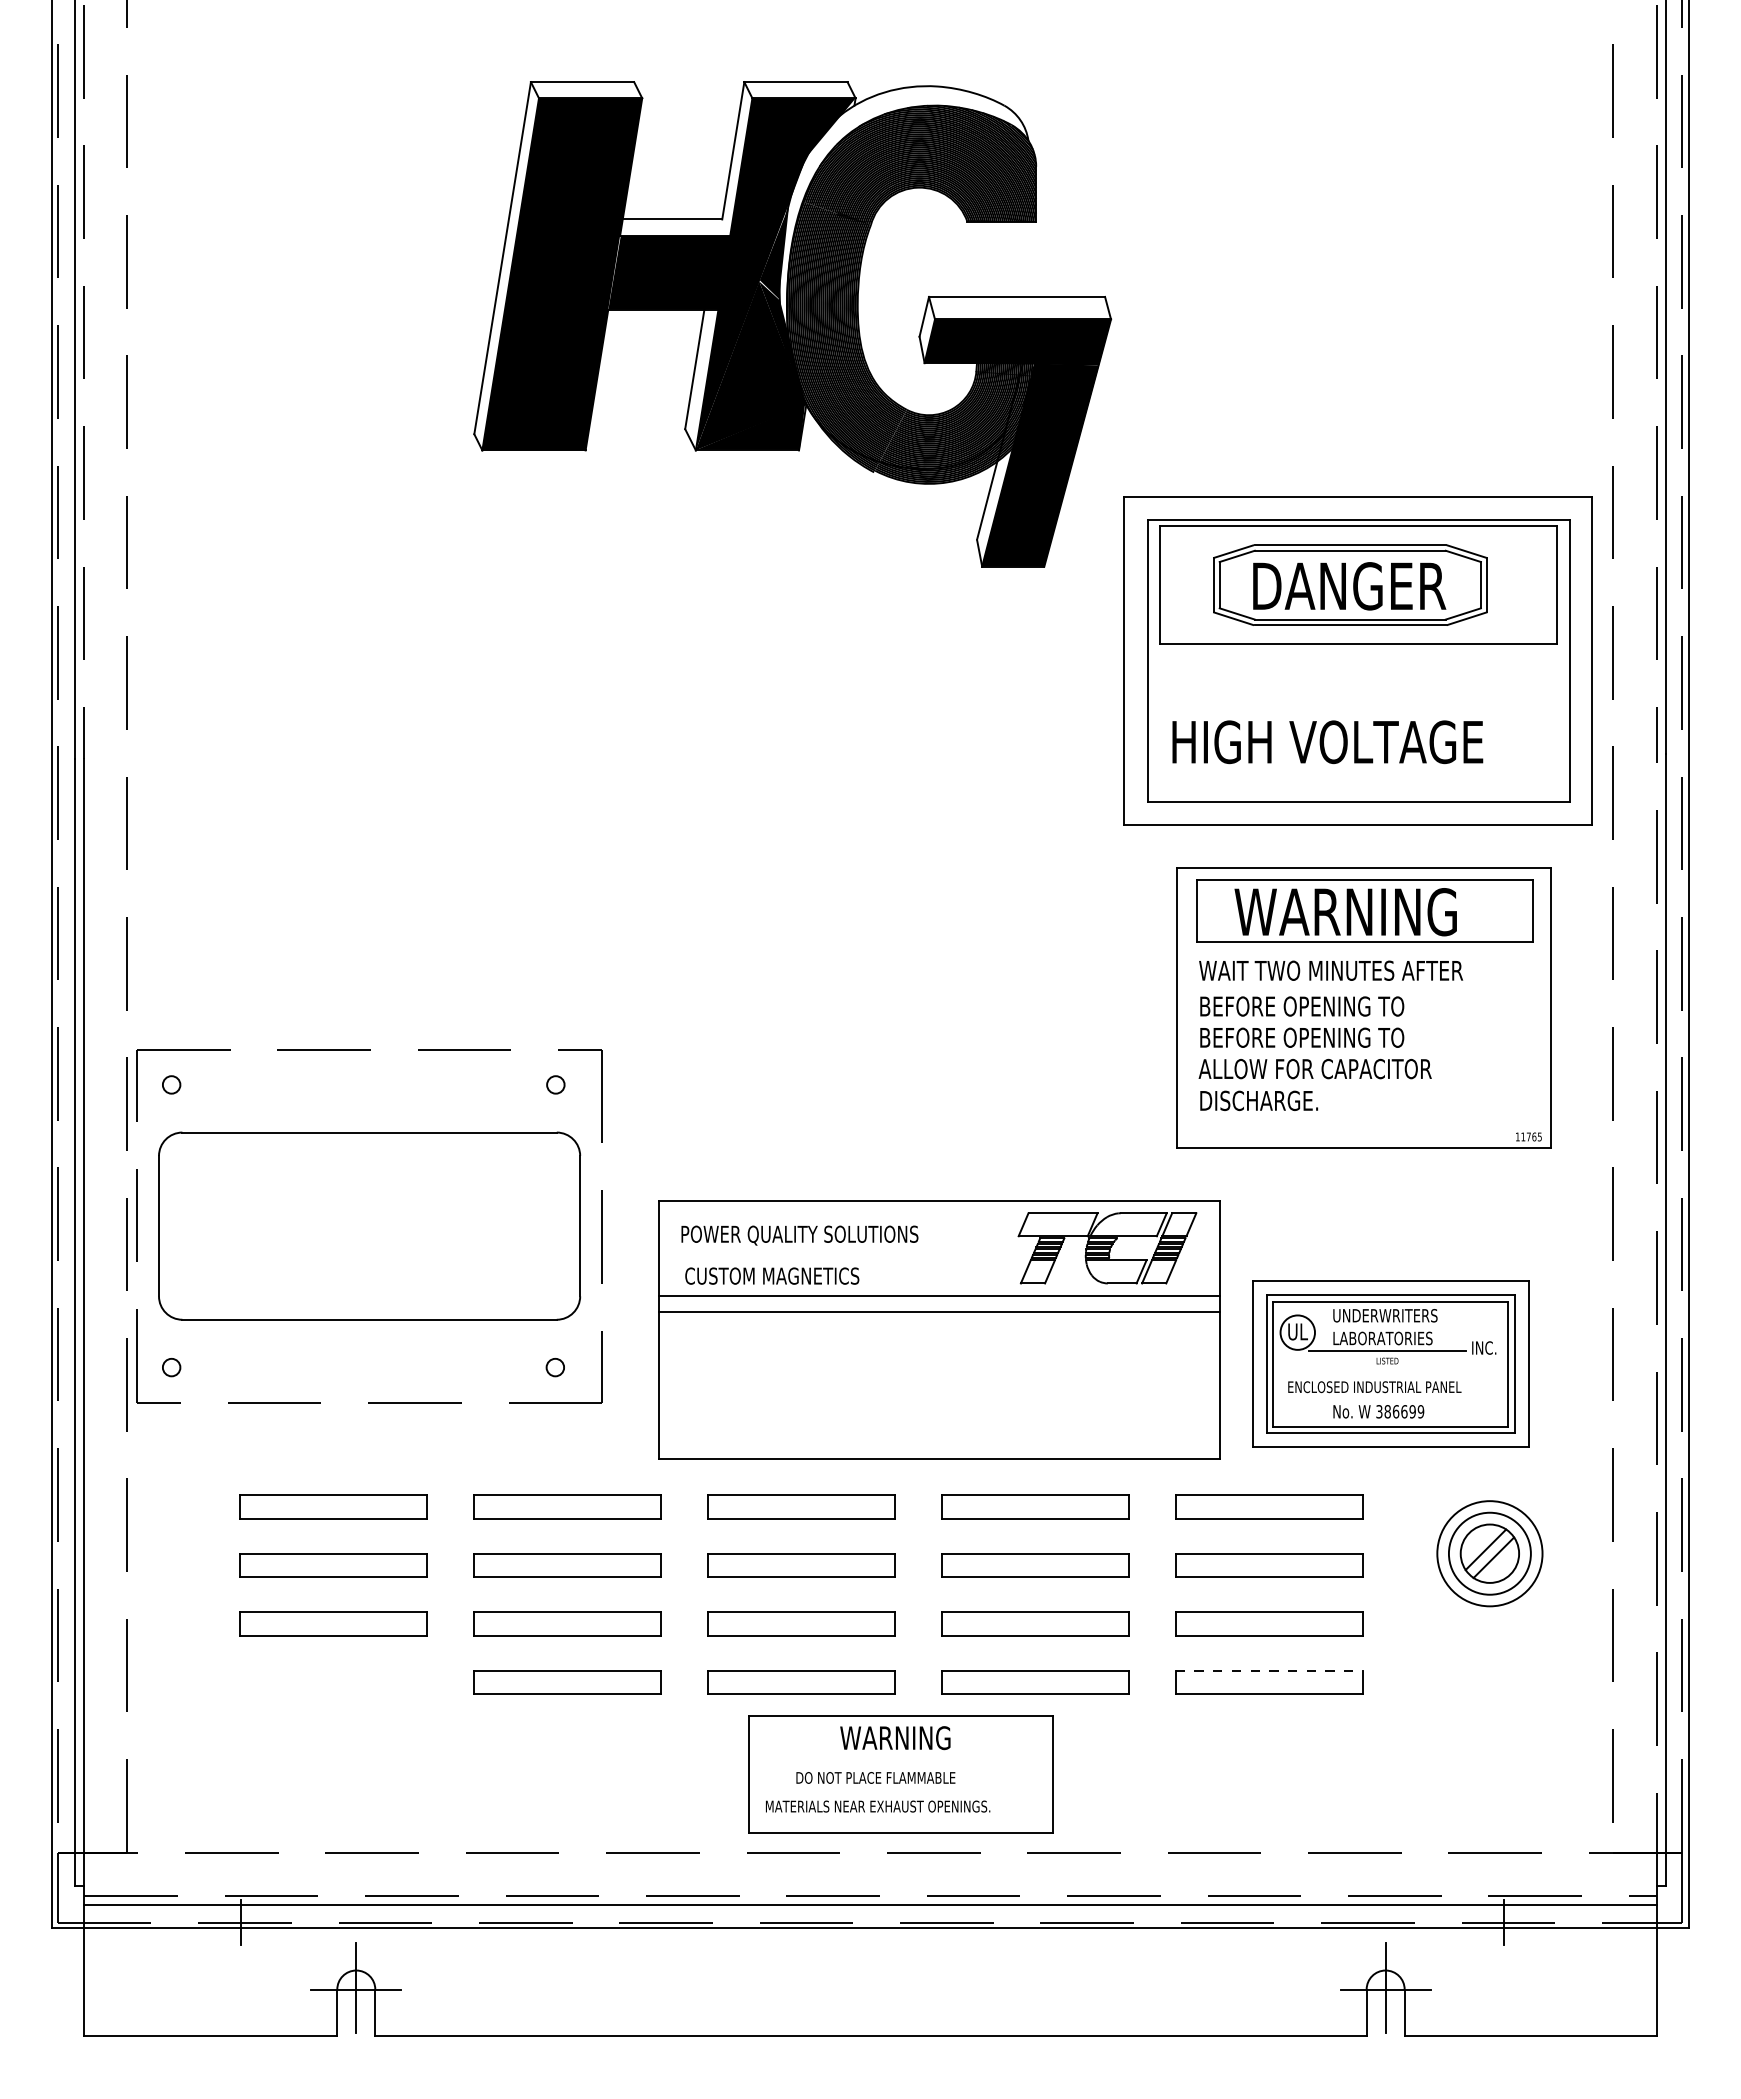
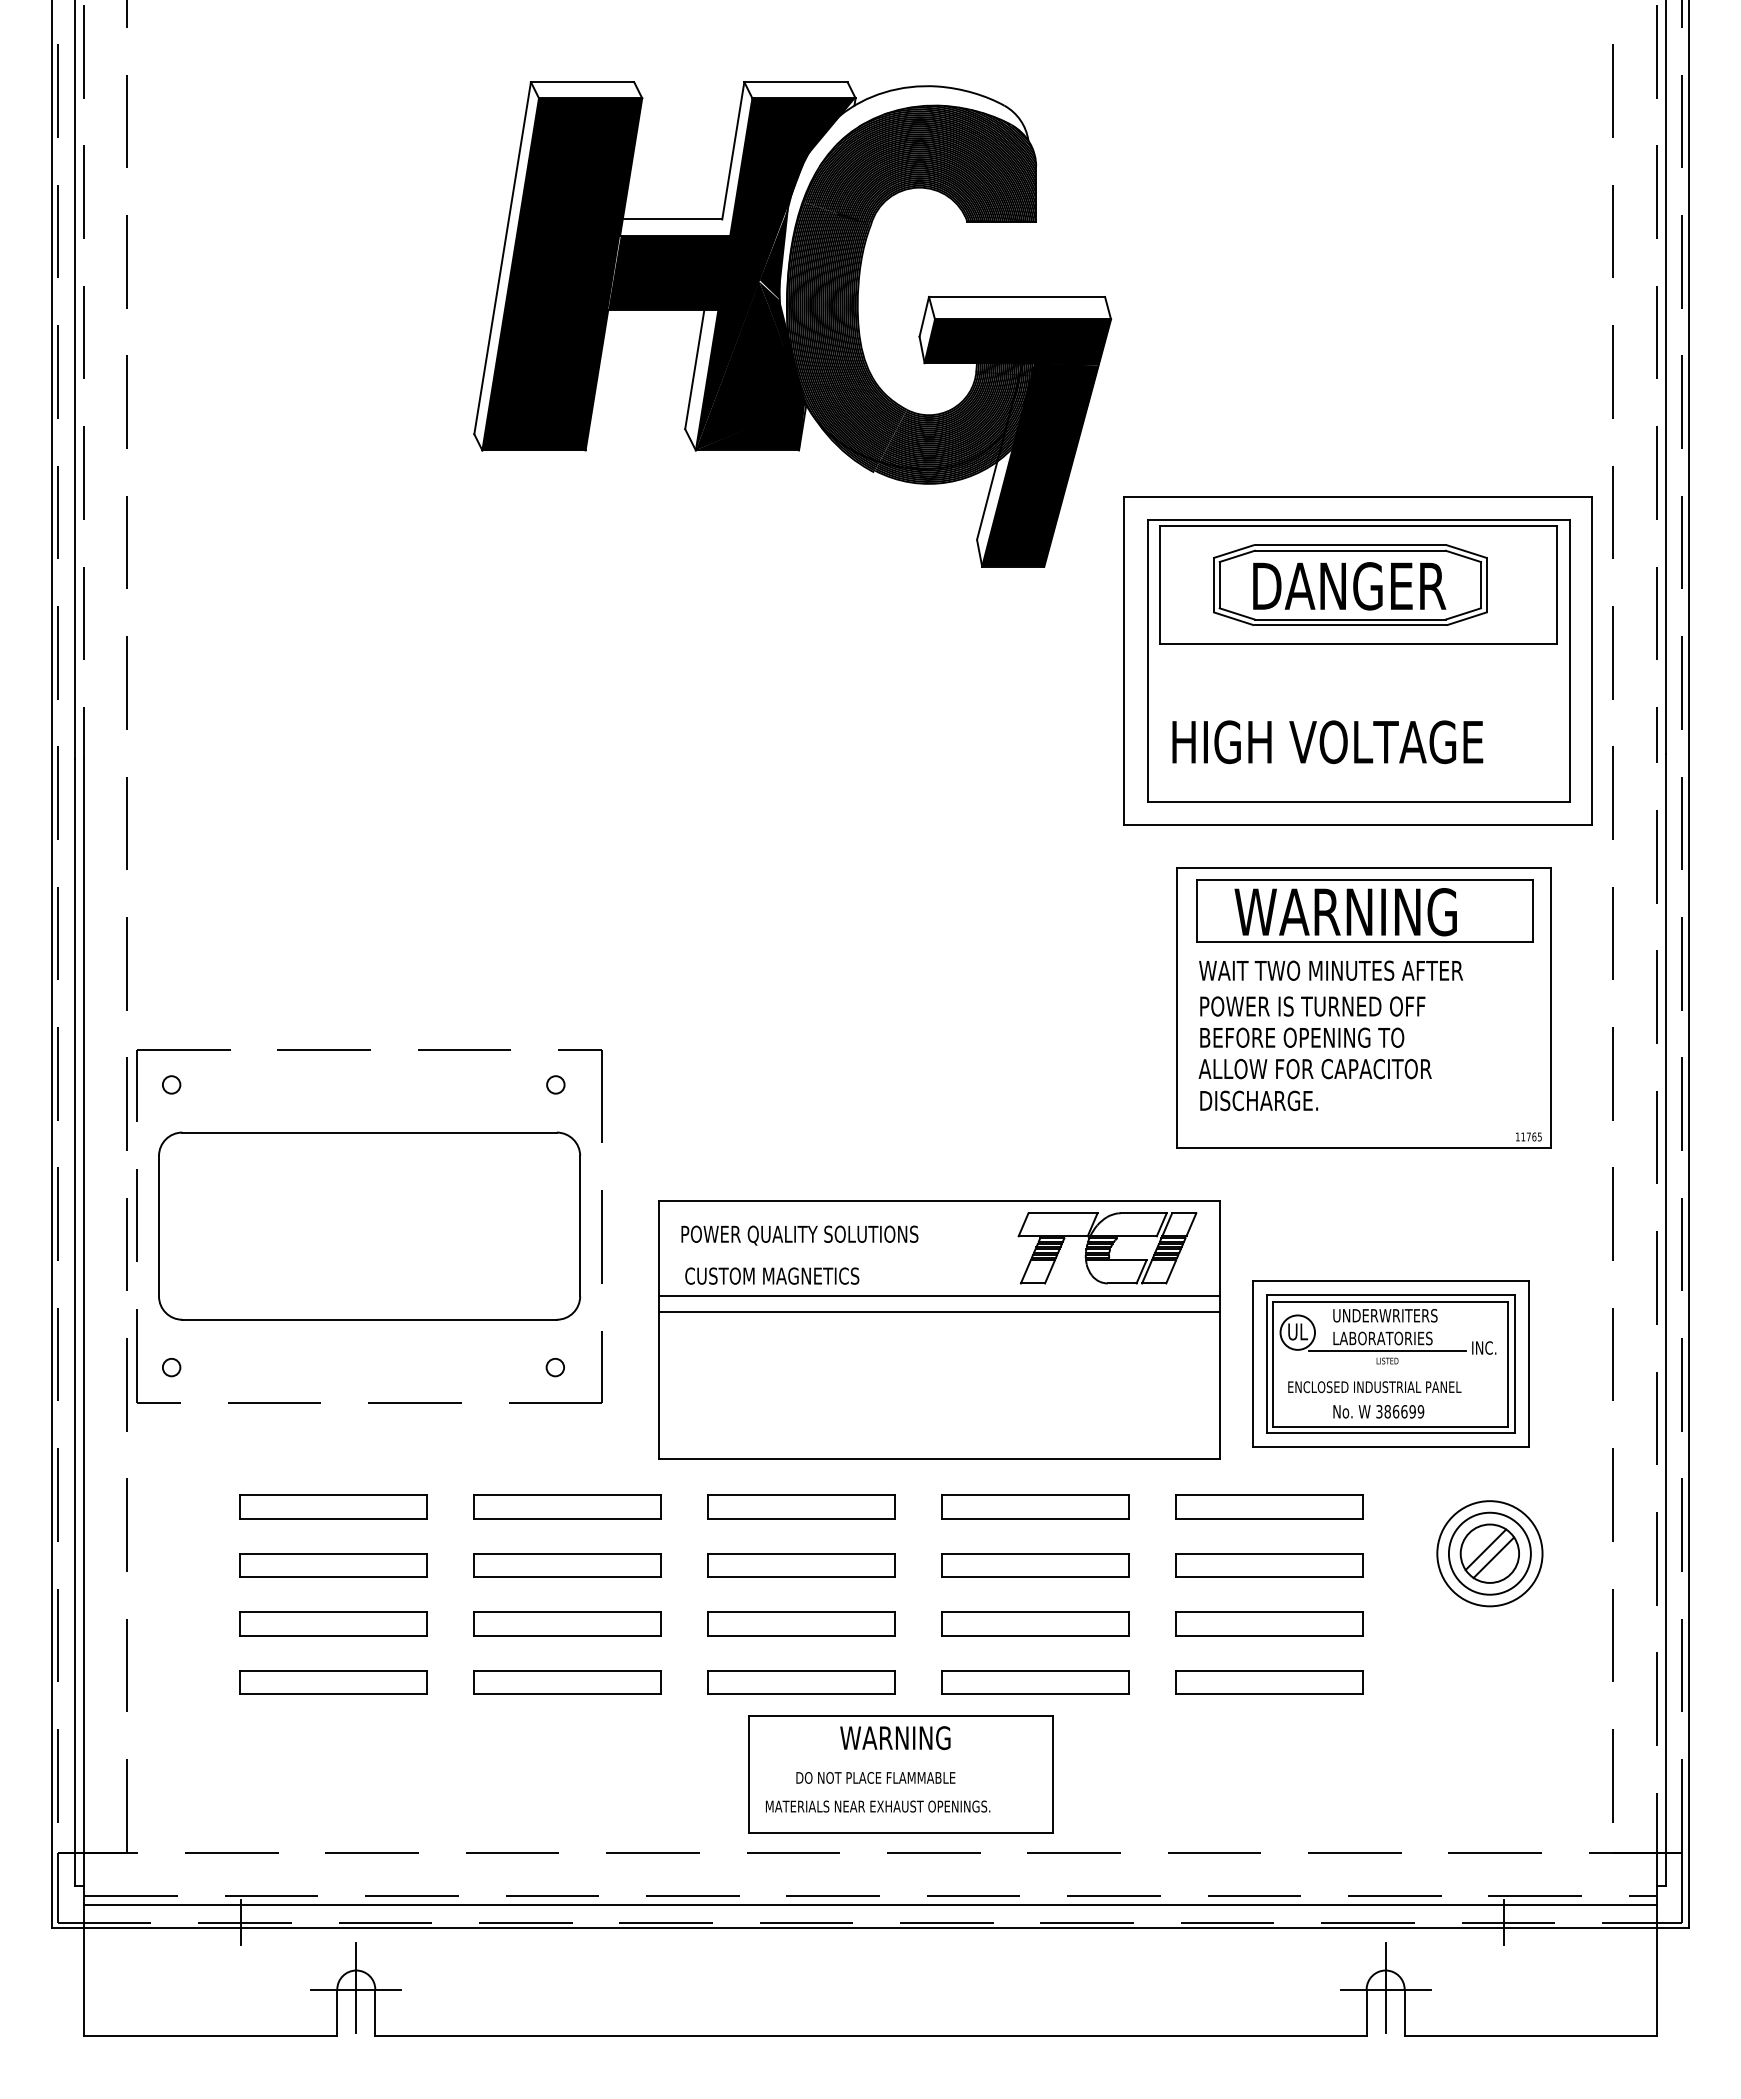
text at (1313, 1006): BEFORE OPENING TO -> POWER IS TURNED OFF
line at (1269, 1670): dashed -> solid
part at (333, 1682): none -> present
